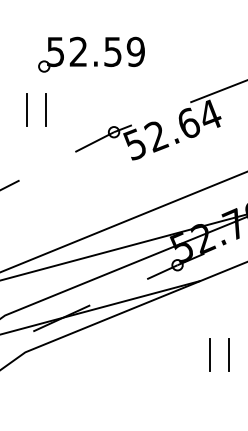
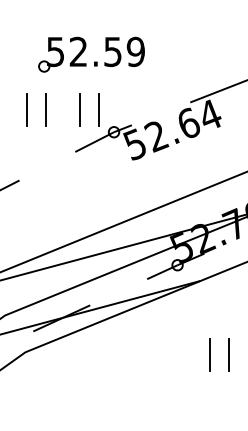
part at (80, 109): none -> present
